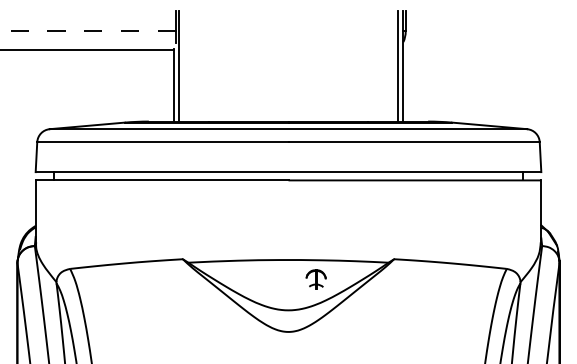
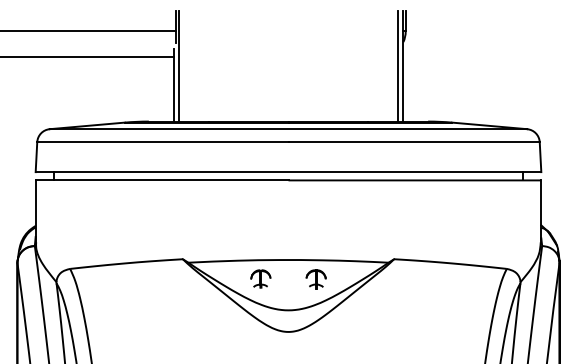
line at (88, 31): dashed -> solid
line at (87, 50) position: (87, 50) -> (87, 57)
part at (260, 278): none -> present
